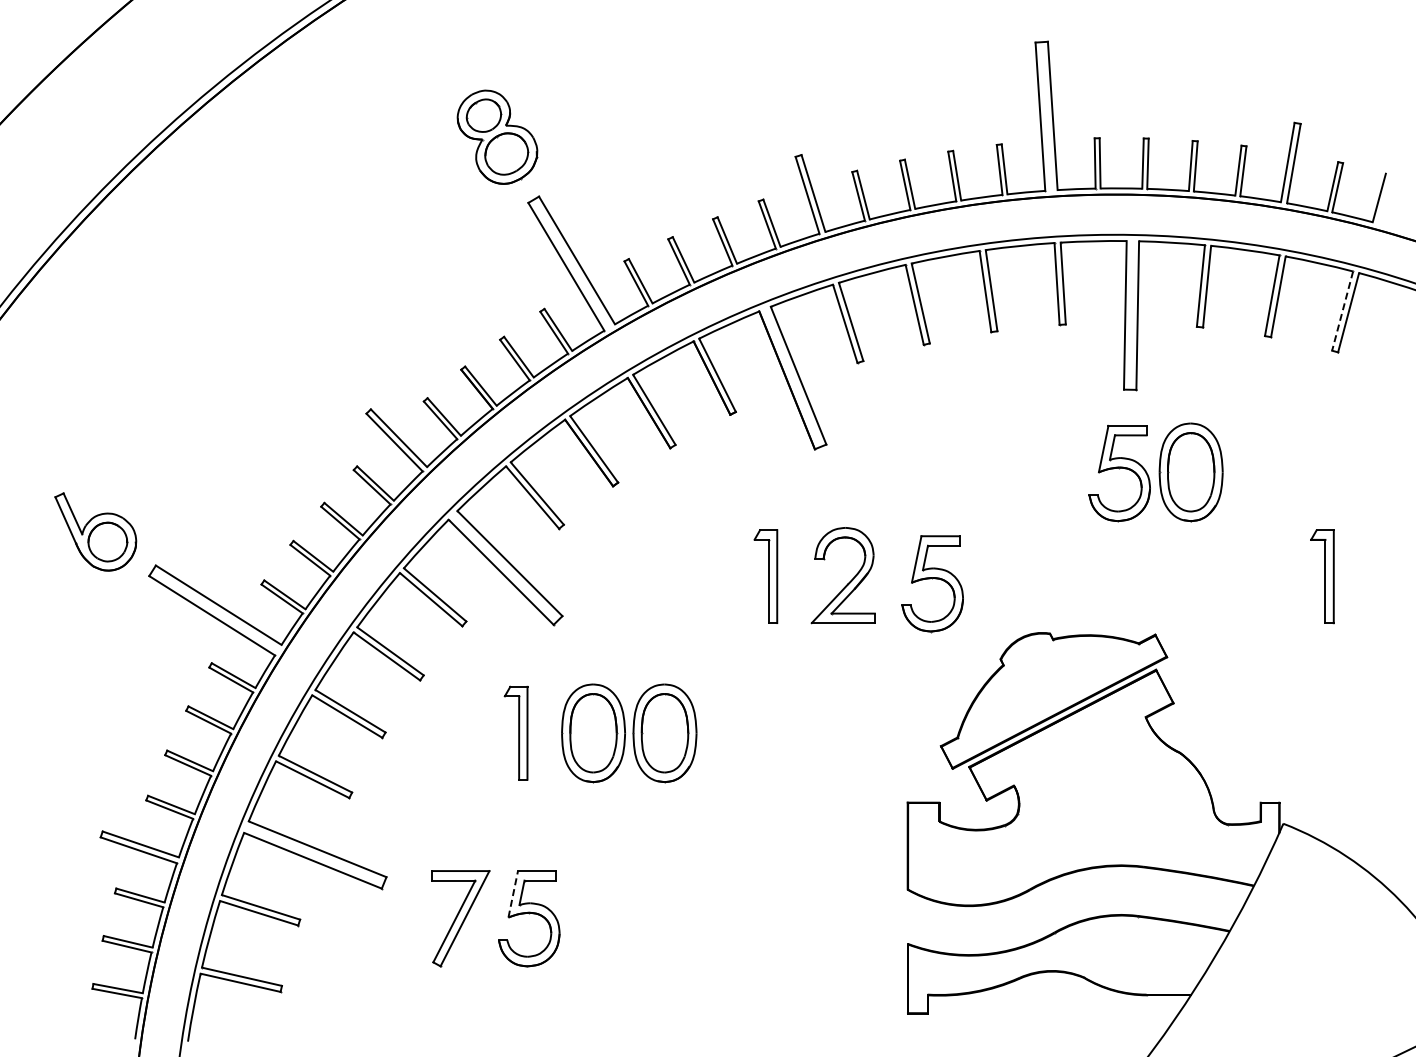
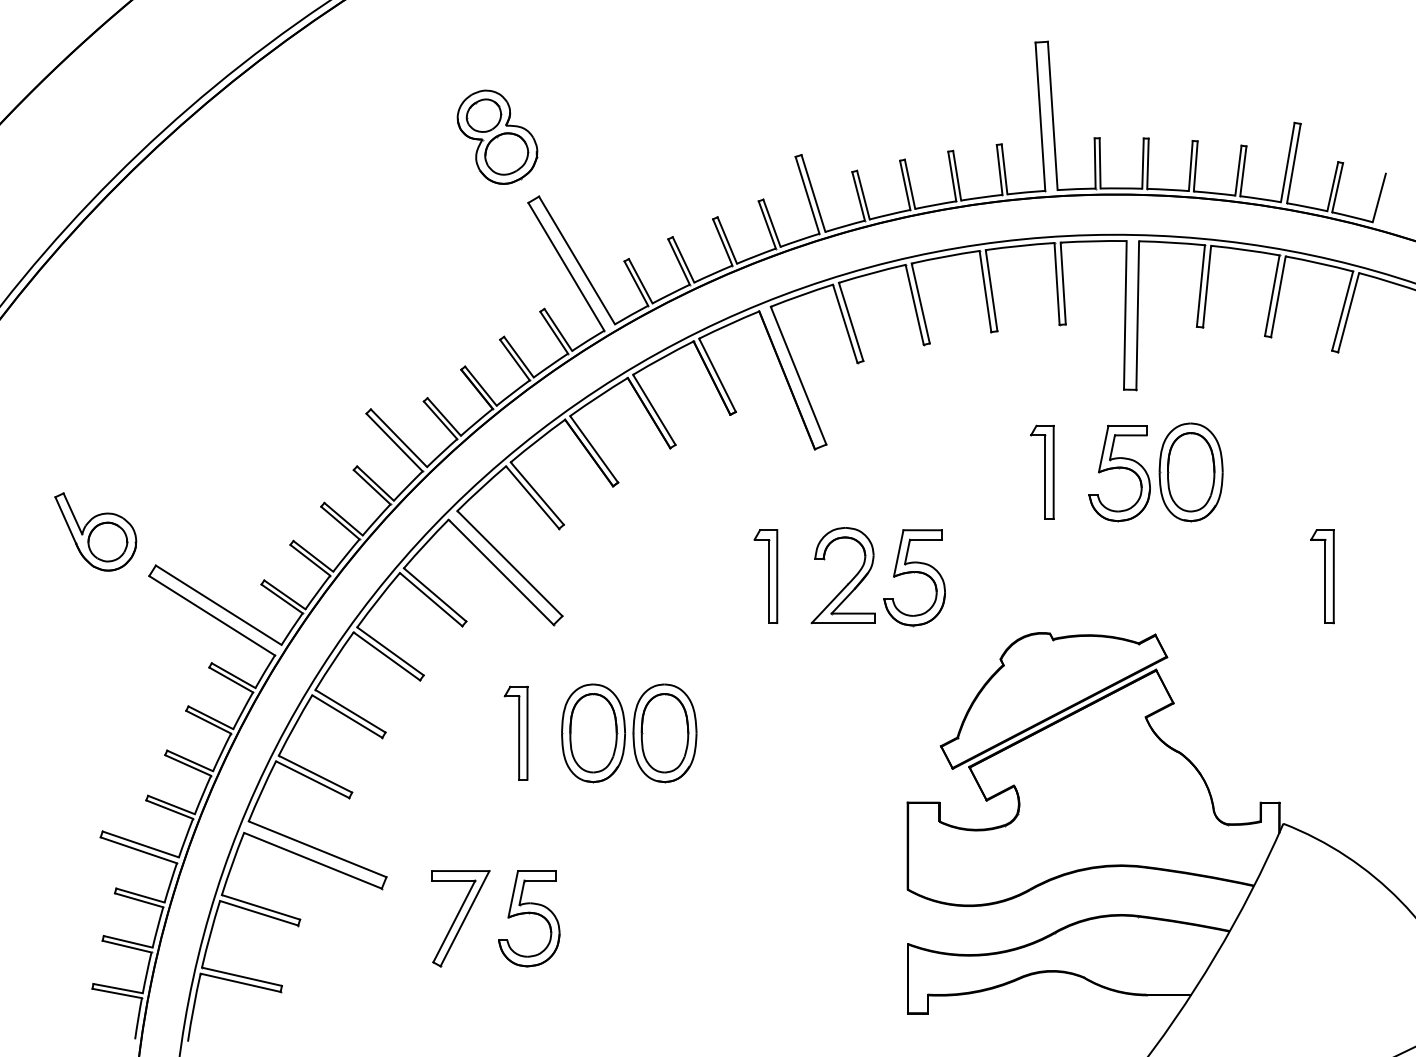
line at (1342, 311): dashed -> solid
part at (1042, 471): none -> present
part at (932, 584) position: (932, 584) -> (914, 578)
line at (513, 894): dashed -> solid
